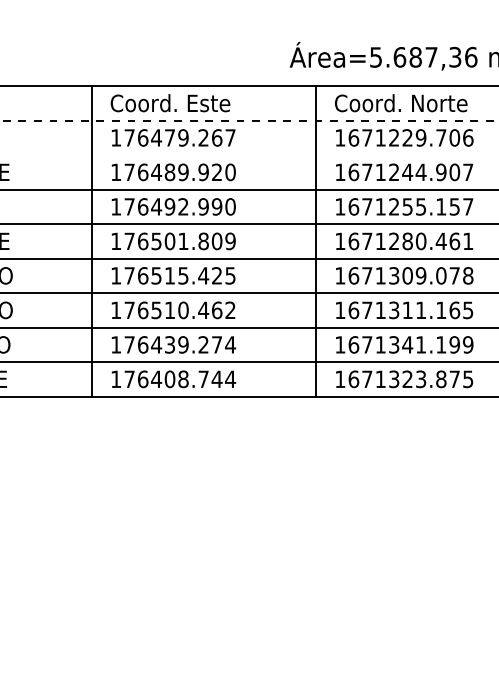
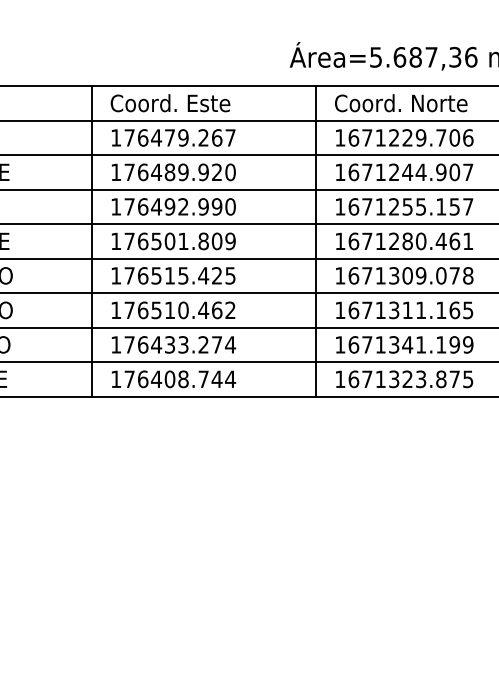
line at (249, 120): dashed -> solid
line at (248, 155): none -> present
text at (183, 344): 176439.274 -> 176433.274
